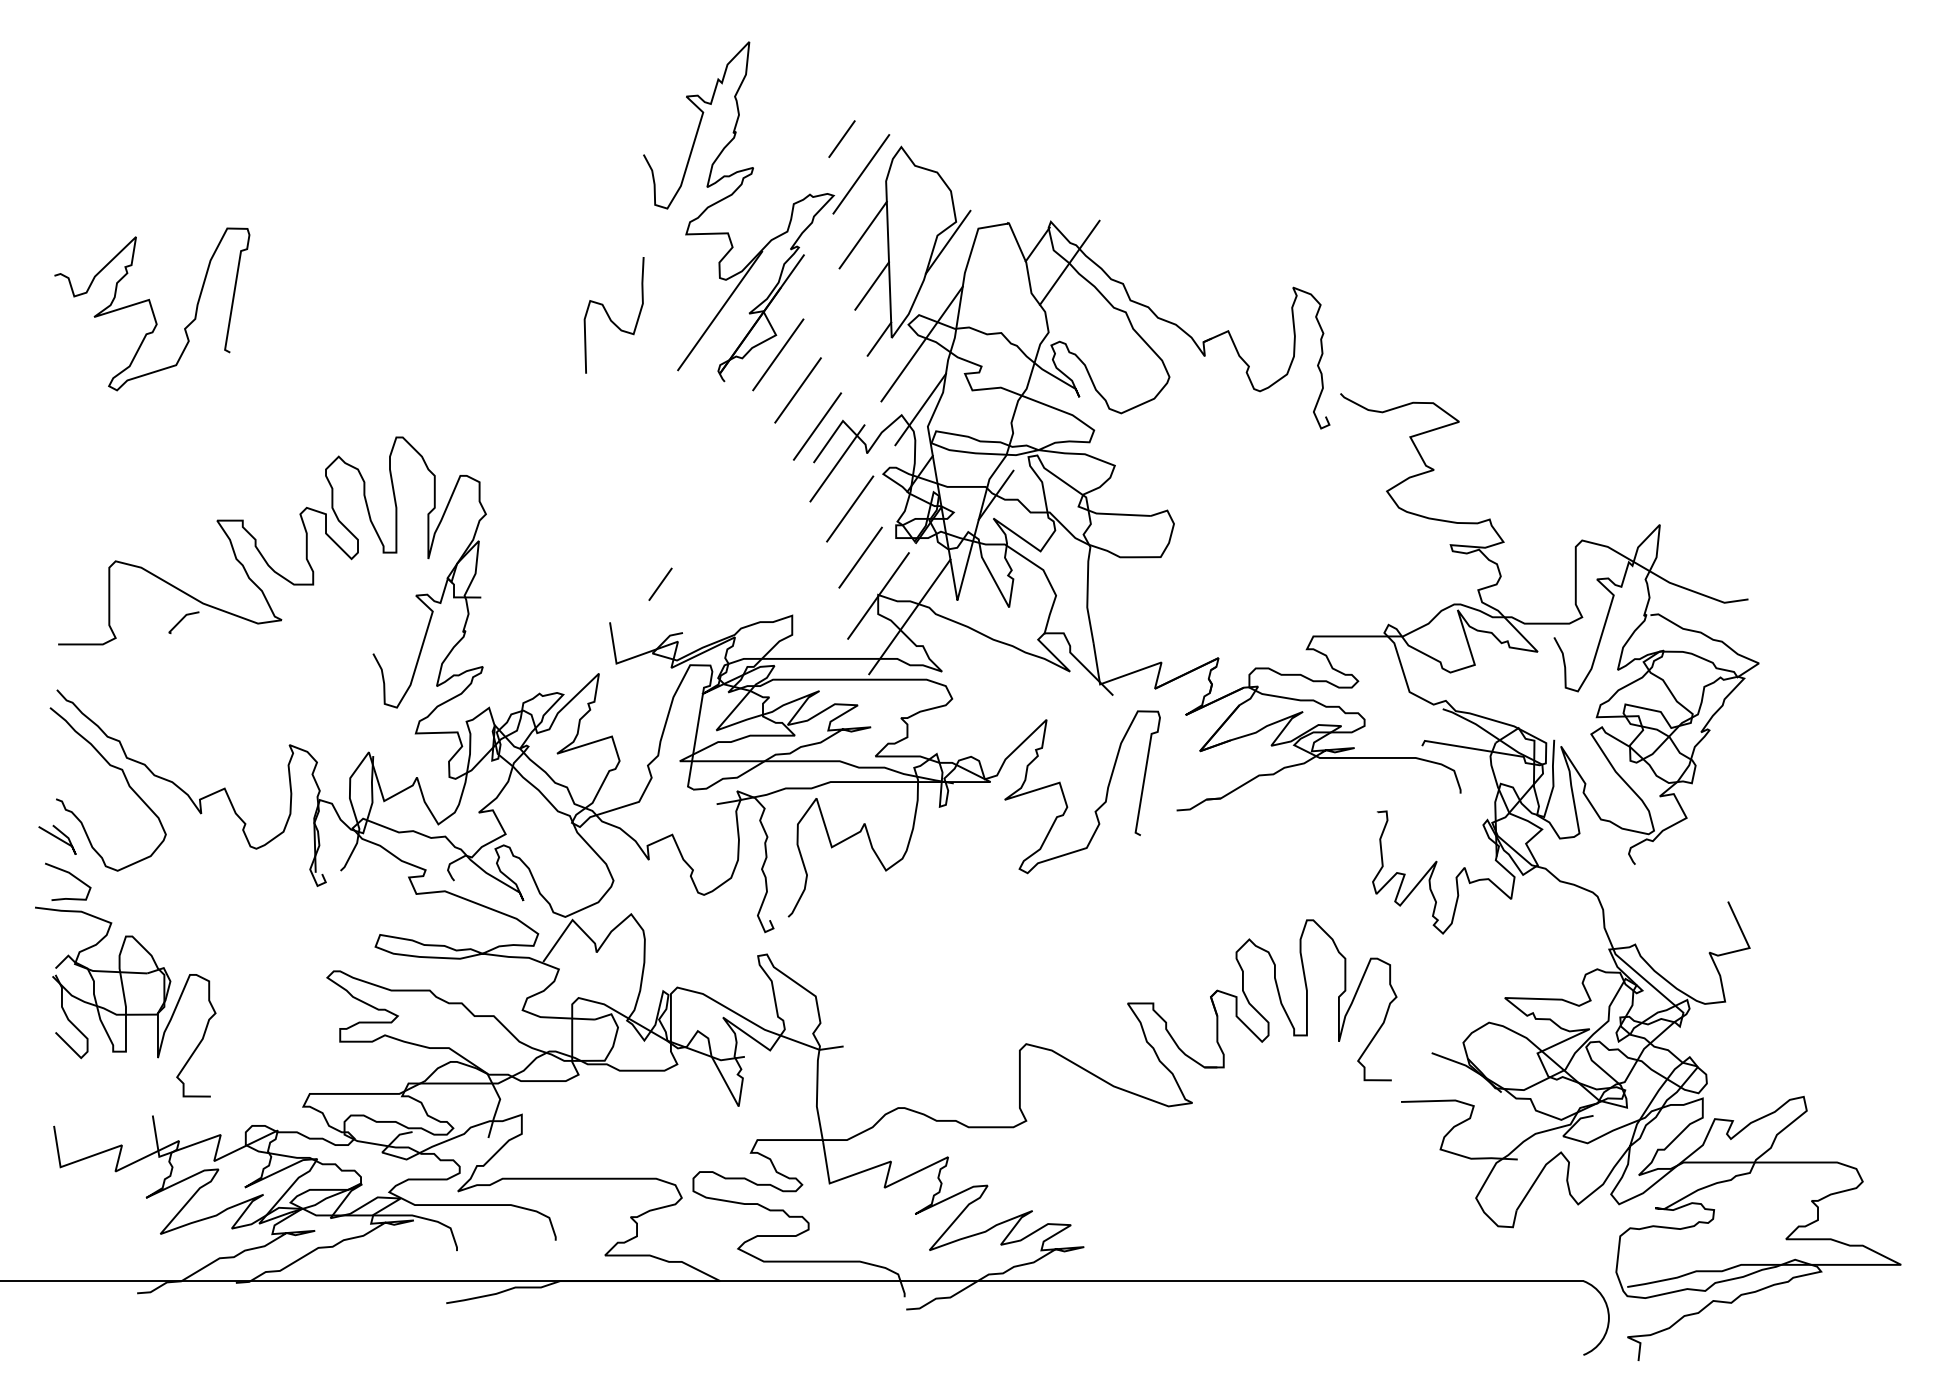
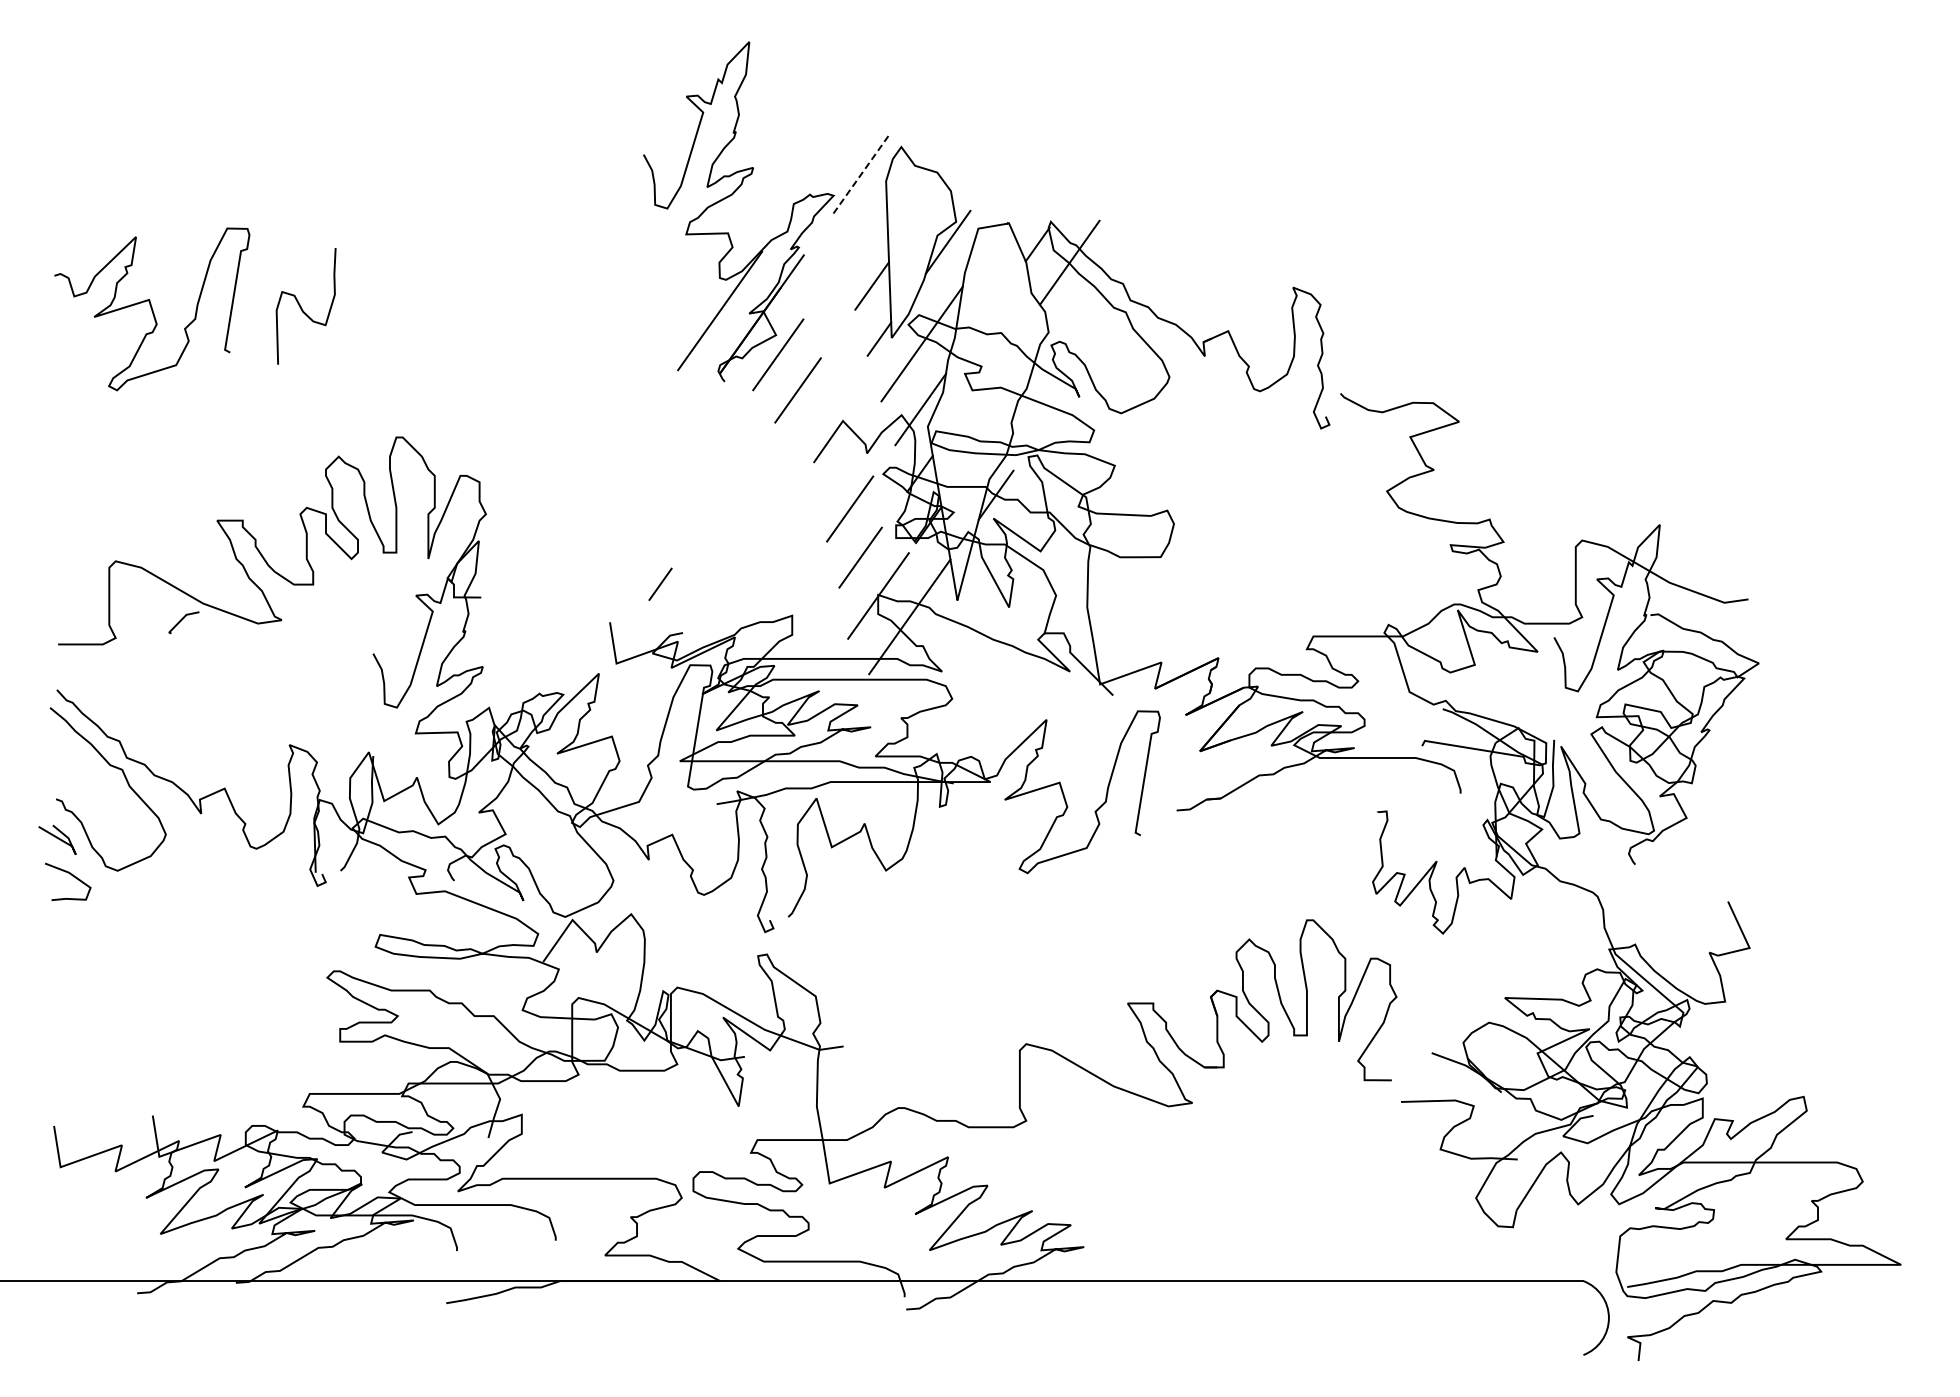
line at (841, 138): present -> none
line at (861, 173): solid -> dashed
line at (862, 234): present -> none
curve at (610, 317) position: (610, 317) -> (302, 308)
line at (817, 426): present -> none
line at (837, 463): present -> none
part at (125, 1001): present -> none
